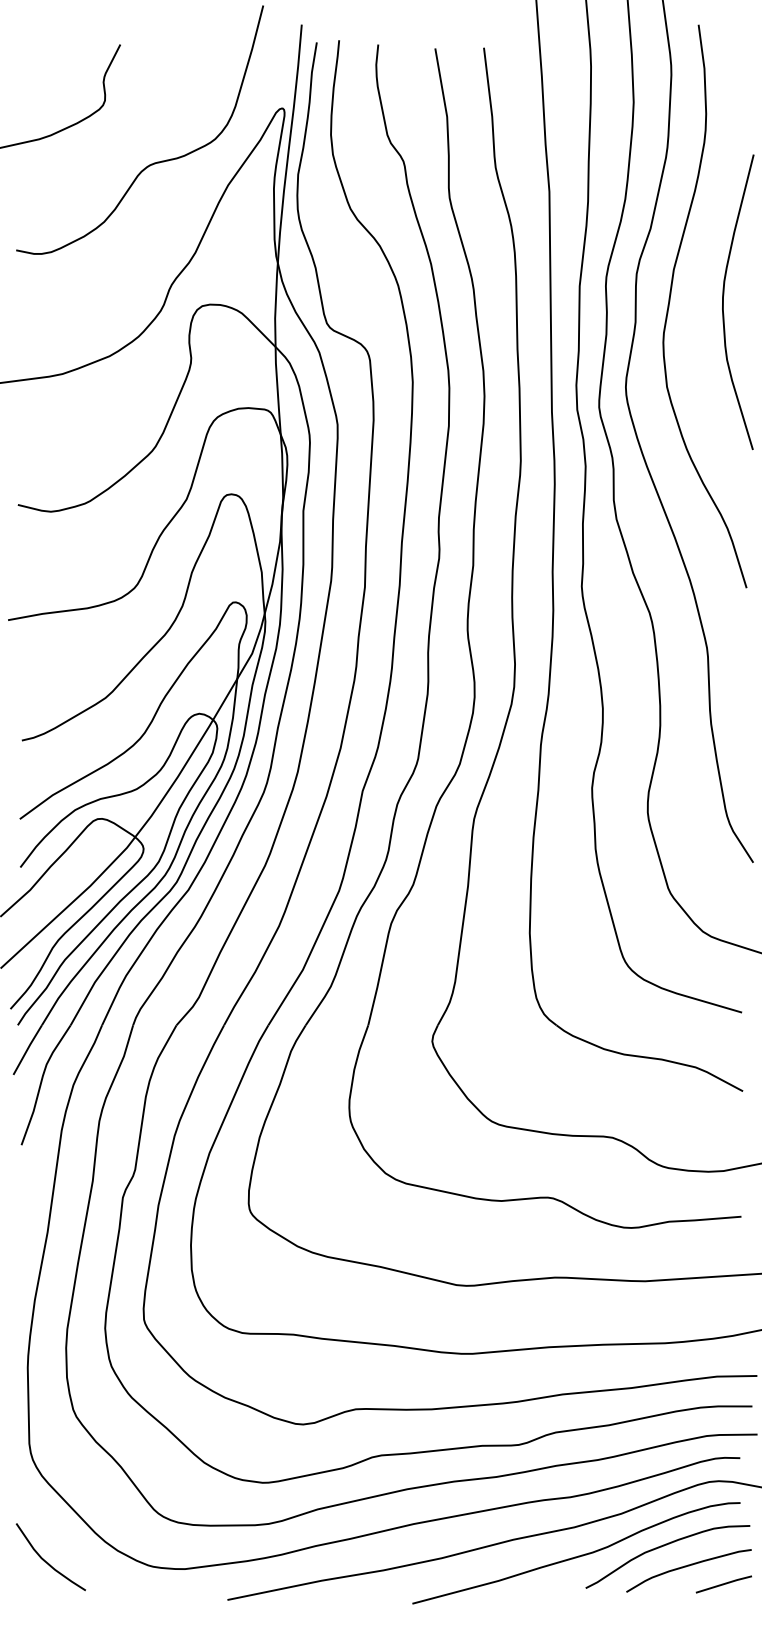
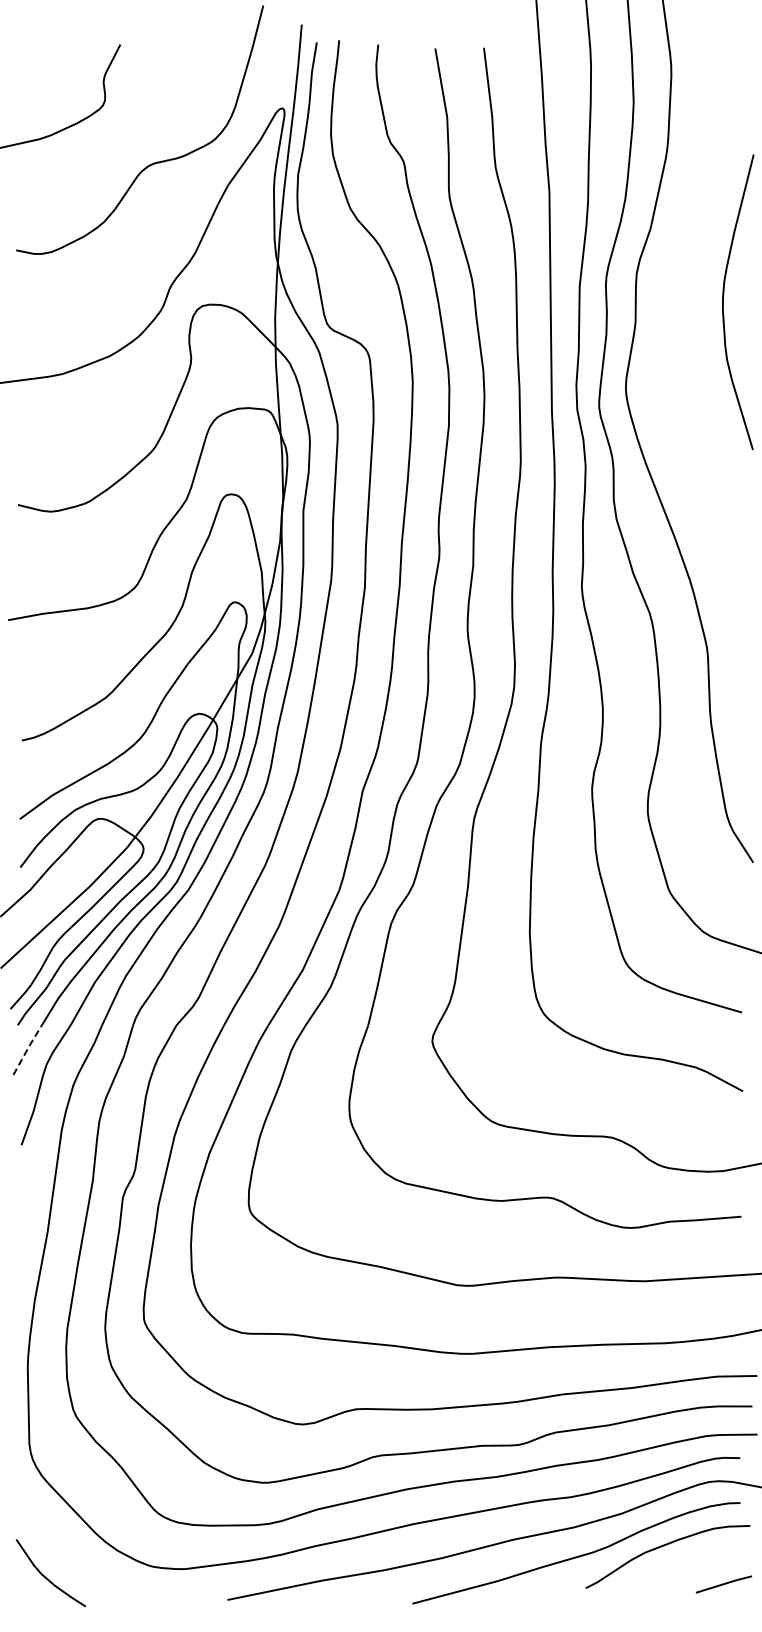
curve at (670, 301): present -> none
line at (27, 1048): solid -> dashed
curve at (48, 1562) position: (48, 1562) -> (48, 1578)
curve at (686, 1567): present -> none
